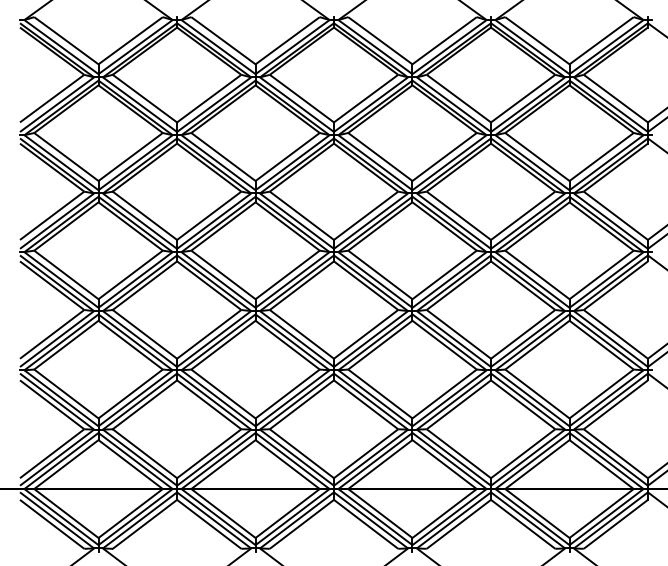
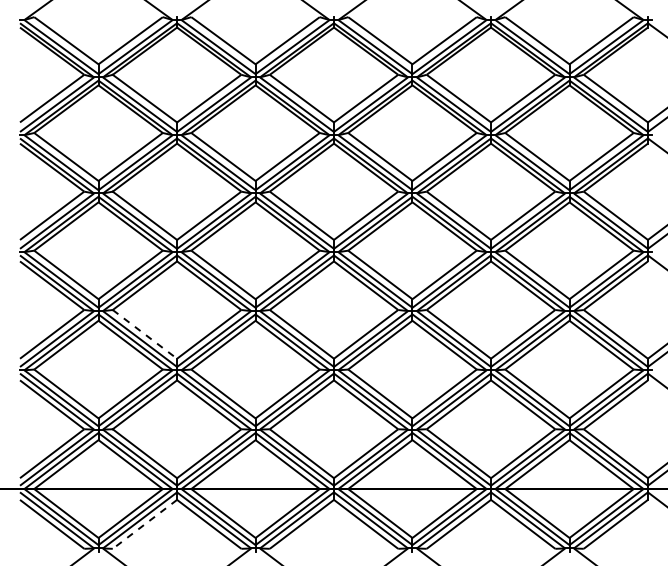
line at (145, 334): solid -> dashed
line at (144, 524): solid -> dashed
